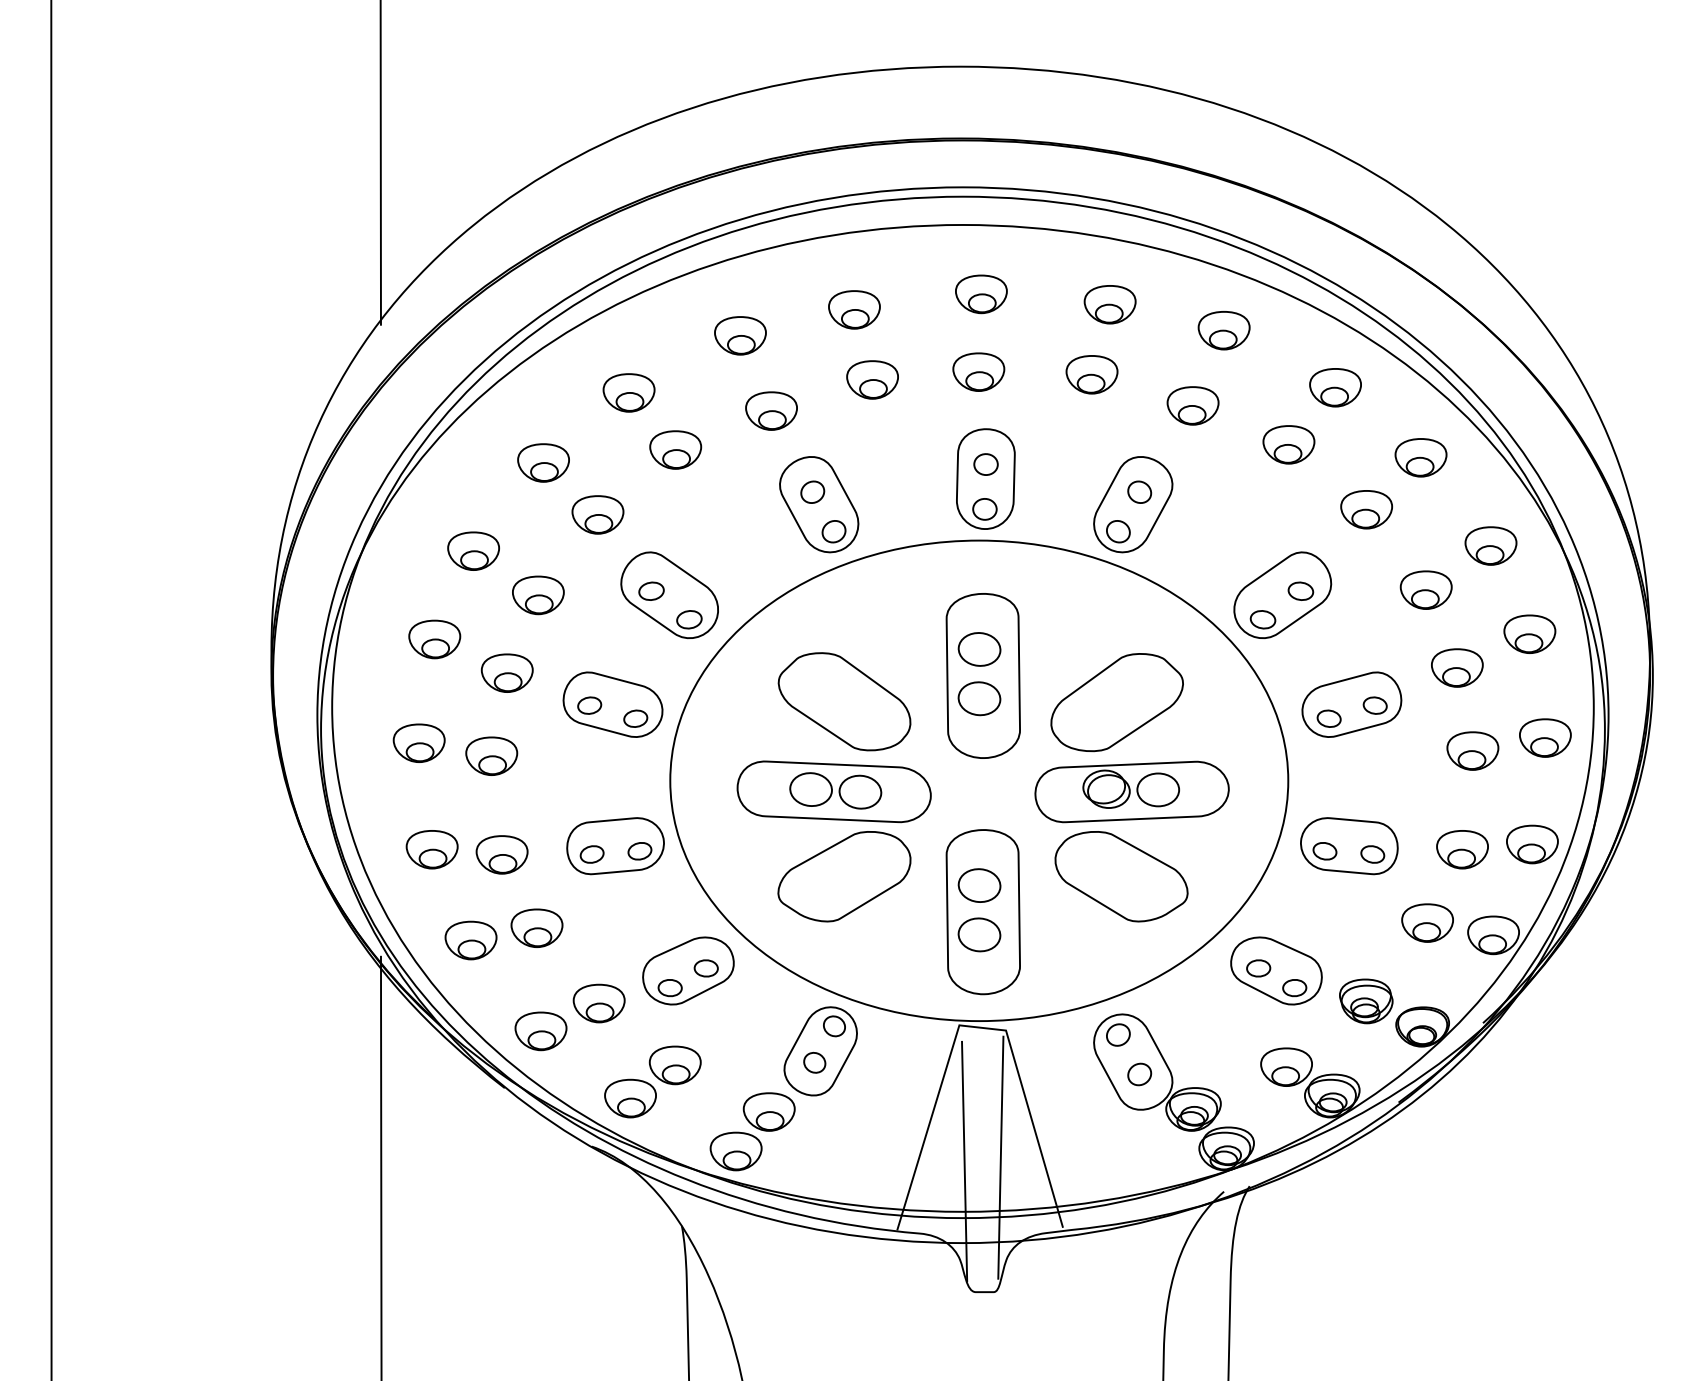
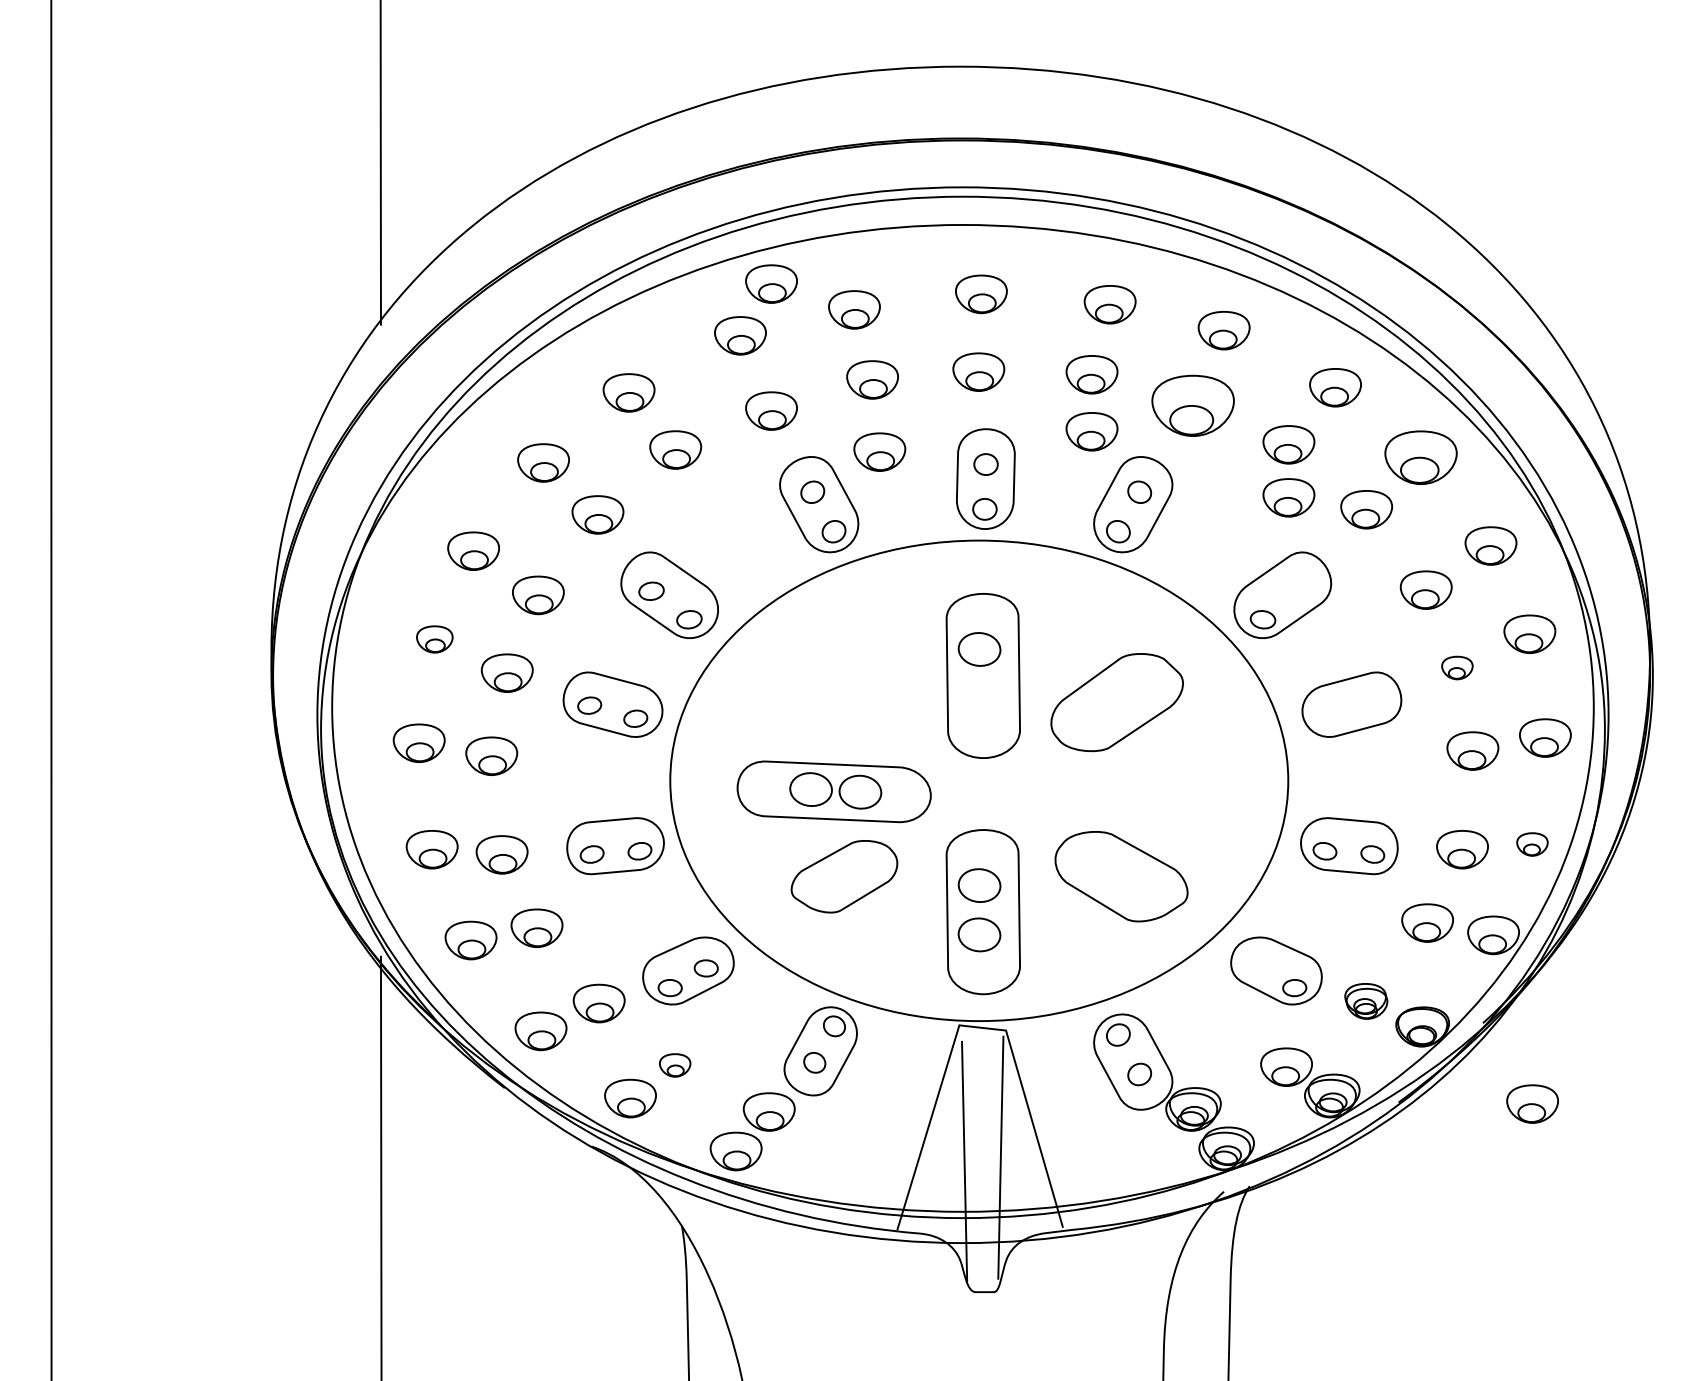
part at (771, 283): none -> present
part at (1192, 405) size: 54x40 px -> 84x63 px
part at (1091, 431): none -> present
part at (879, 451): none -> present
part at (1420, 457) size: 54x40 px -> 74x55 px
part at (1288, 497): none -> present
part at (1300, 590): present -> none
part at (434, 639) size: 54x41 px -> 38x29 px
part at (1457, 667) size: 53x40 px -> 33x26 px
part at (979, 698): present -> none
part at (844, 701): present -> none
part at (1374, 705): present -> none
part at (1328, 718): present -> none
part at (1131, 791): present -> none
part at (1532, 844) size: 53x41 px -> 33x25 px
part at (844, 876) size: 135x92 px -> 109x74 px
part at (1258, 968): present -> none
part at (1366, 1001) size: 55x47 px -> 45x37 px
part at (674, 1065) size: 54x41 px -> 33x25 px
part at (1532, 1103): none -> present
